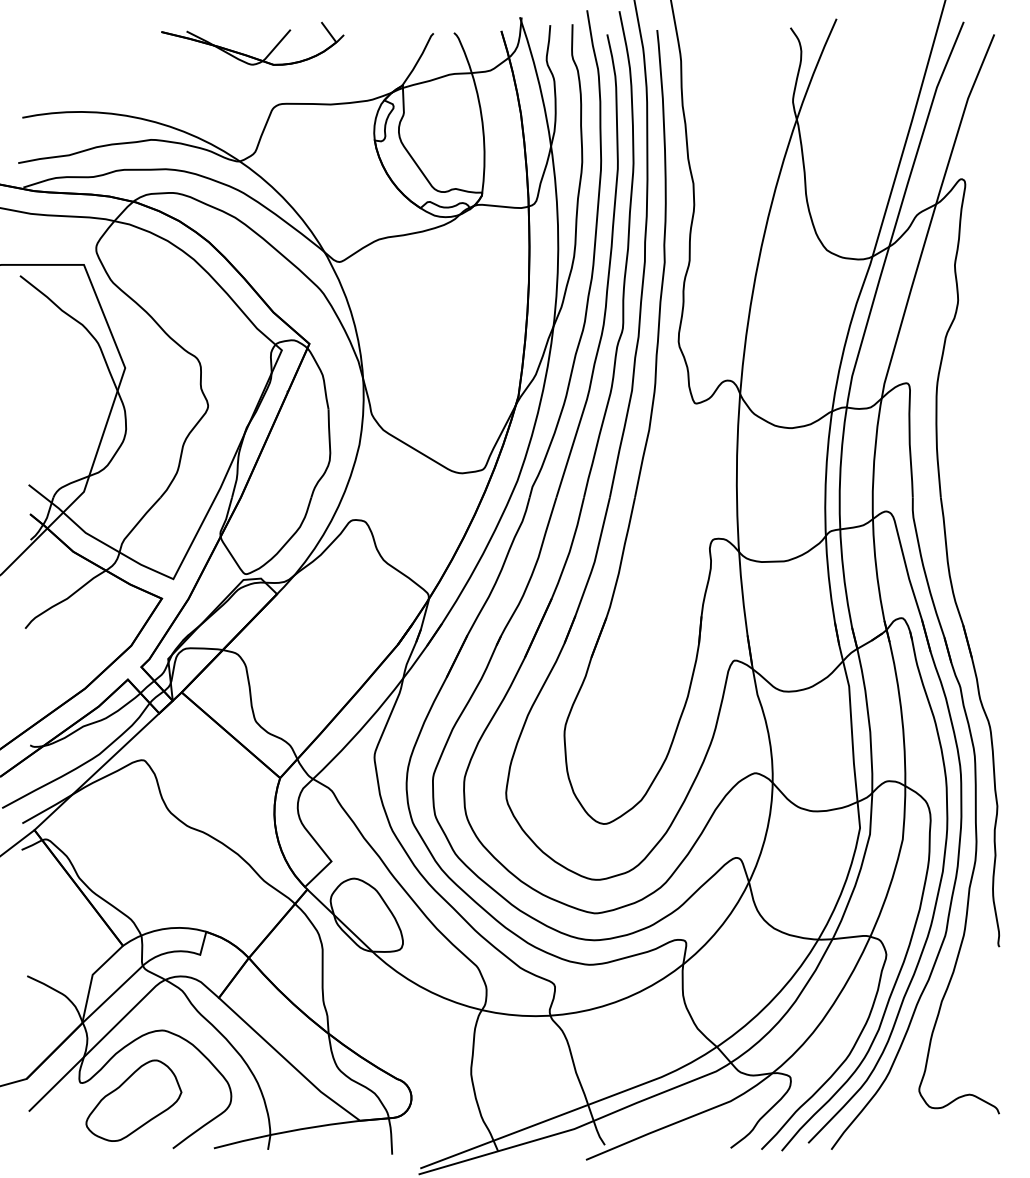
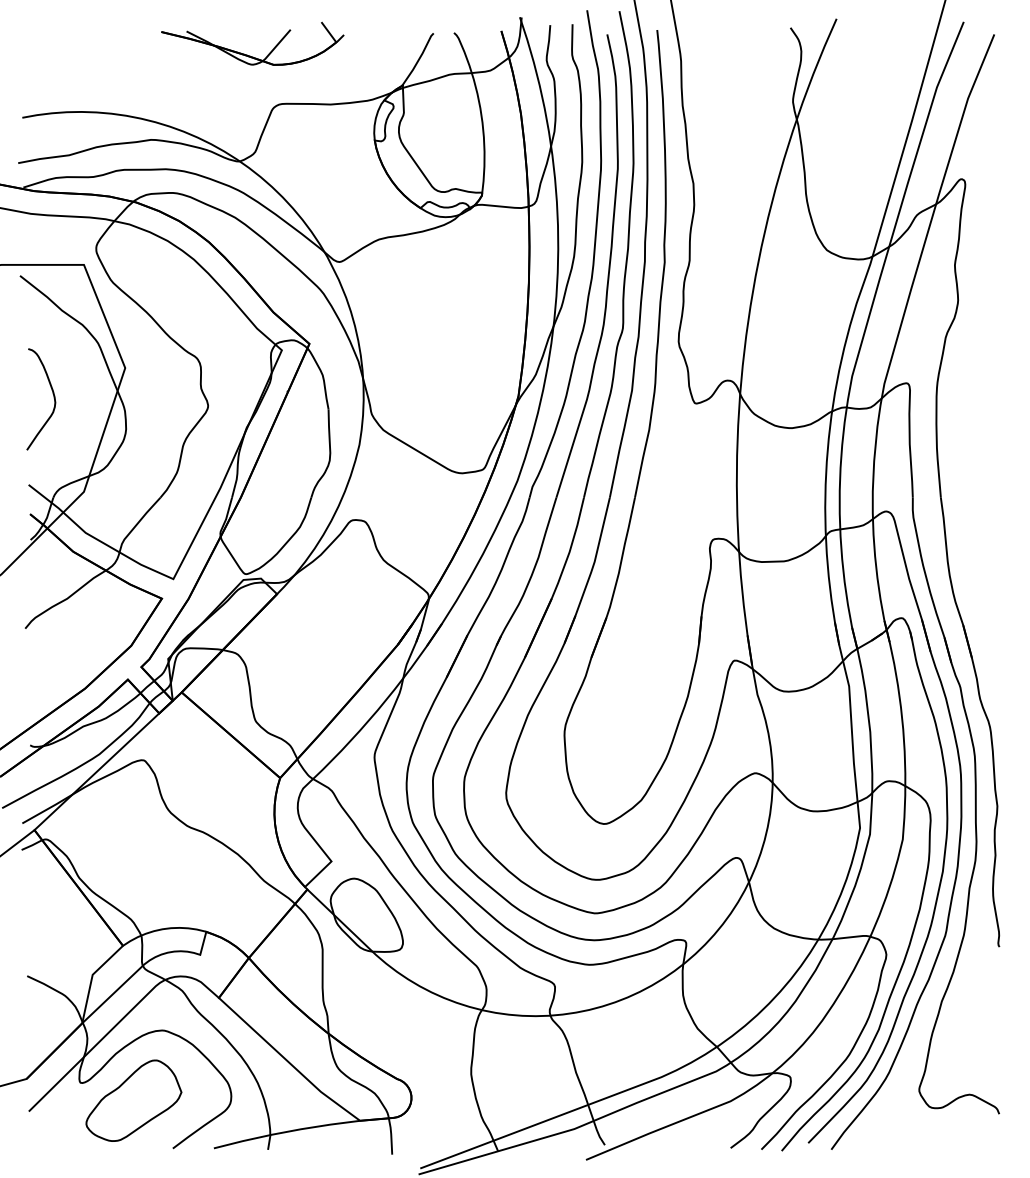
curve at (53, 398): none -> present
